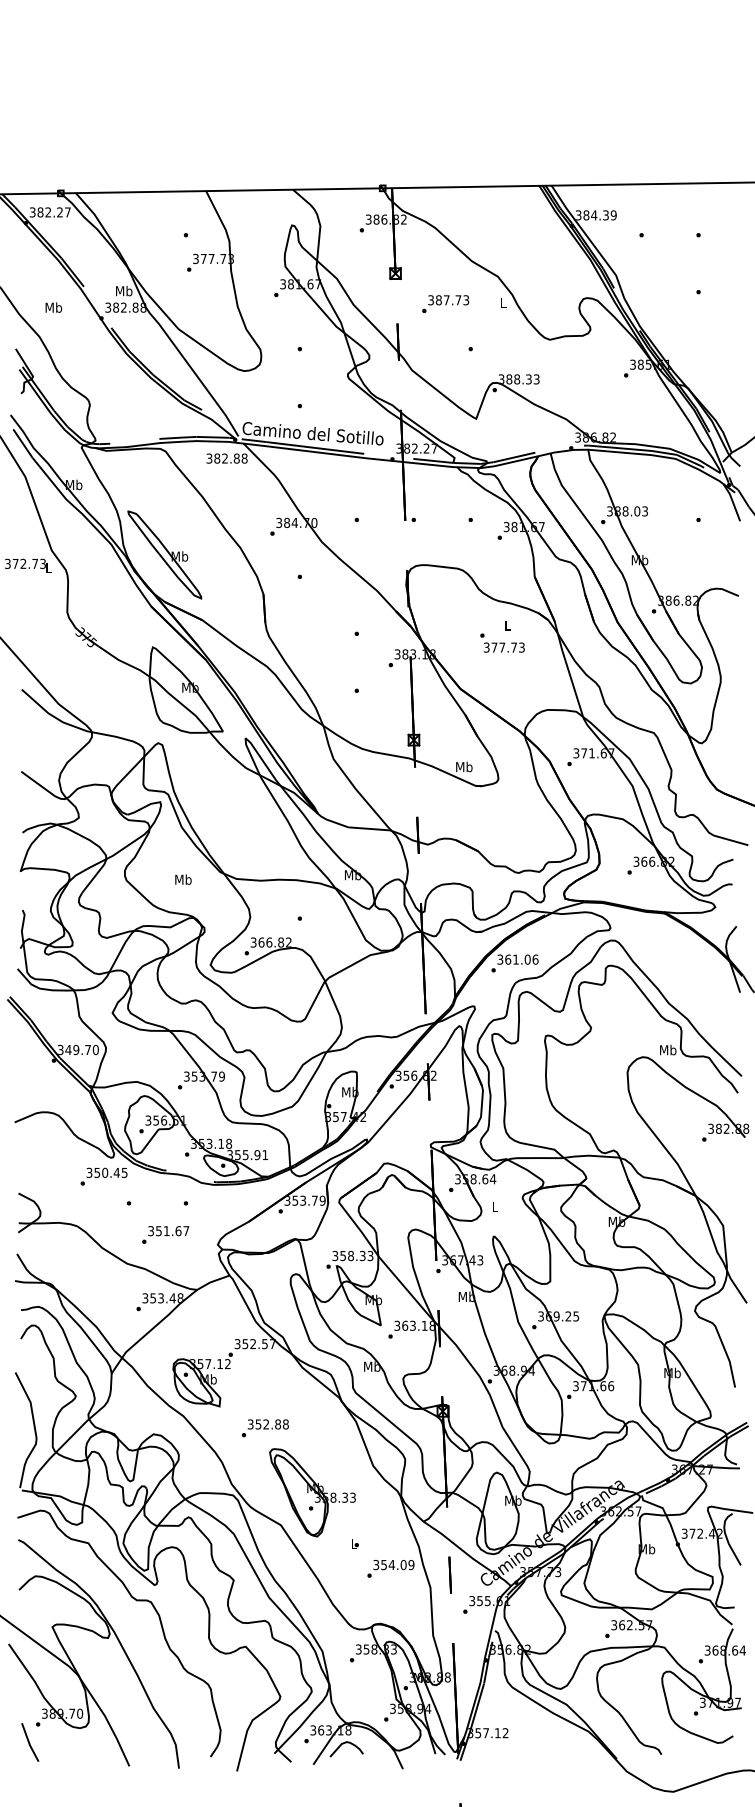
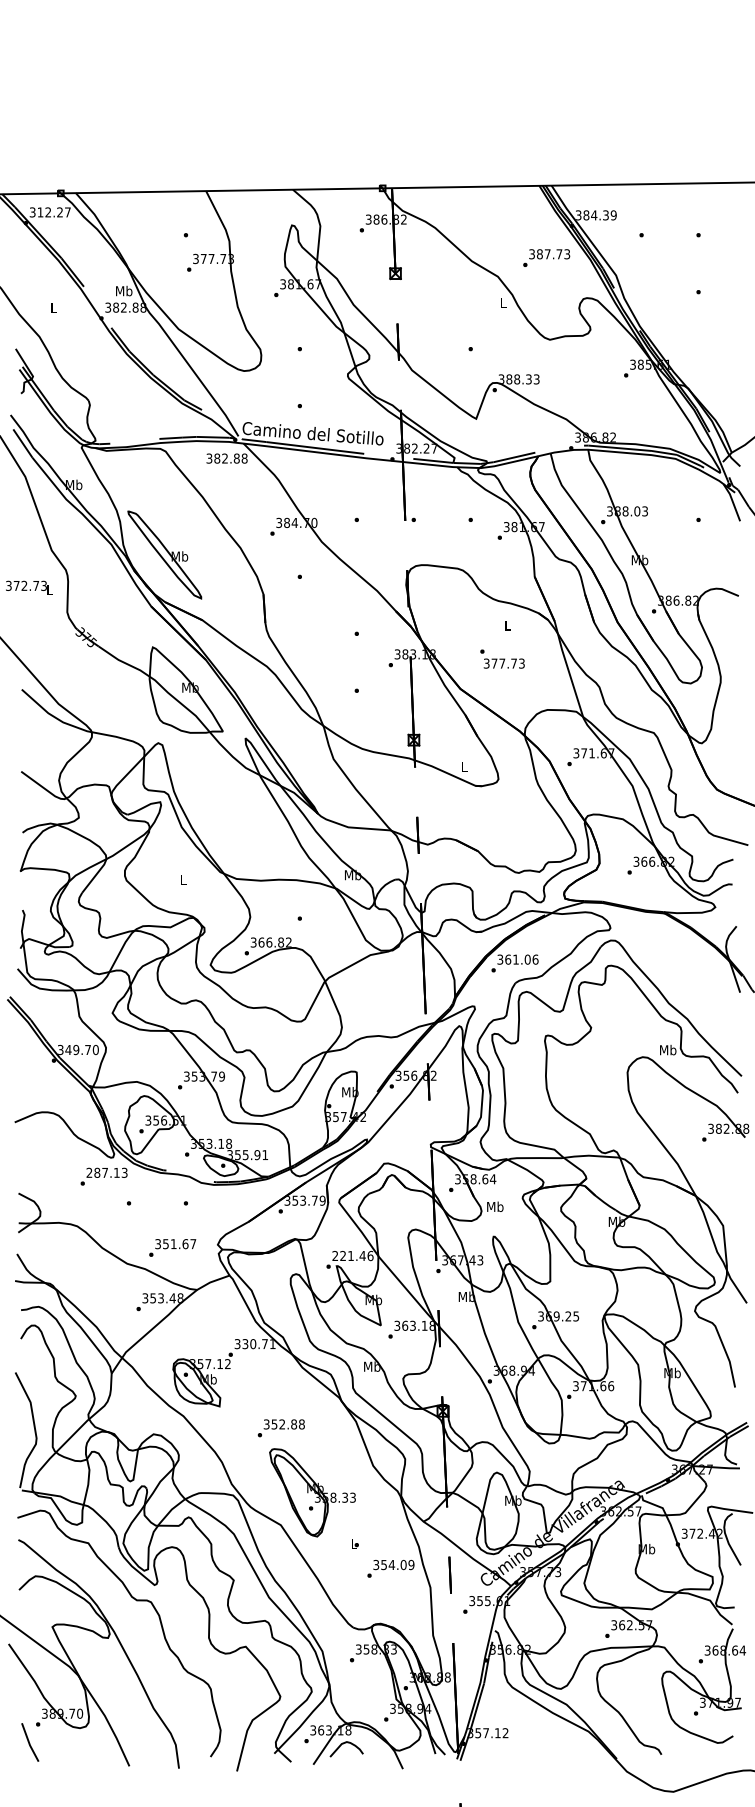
text at (40, 212): 382.27 -> 312.27
text at (445, 303) position: (445, 303) -> (546, 257)
text at (53, 307): Mb -> L
text at (28, 565) position: (28, 565) -> (29, 587)
text at (502, 642) position: (502, 642) -> (502, 658)
text at (464, 766): Mb -> L
text at (183, 879): Mb -> L
text at (106, 1172): 350.45 -> 287.13
text at (495, 1206): L -> Mb
text at (165, 1234) position: (165, 1234) -> (172, 1247)
text at (352, 1255): 358.33 -> 221.46
text at (258, 1344): 352.57 -> 330.71
text at (264, 1428) position: (264, 1428) -> (280, 1428)
